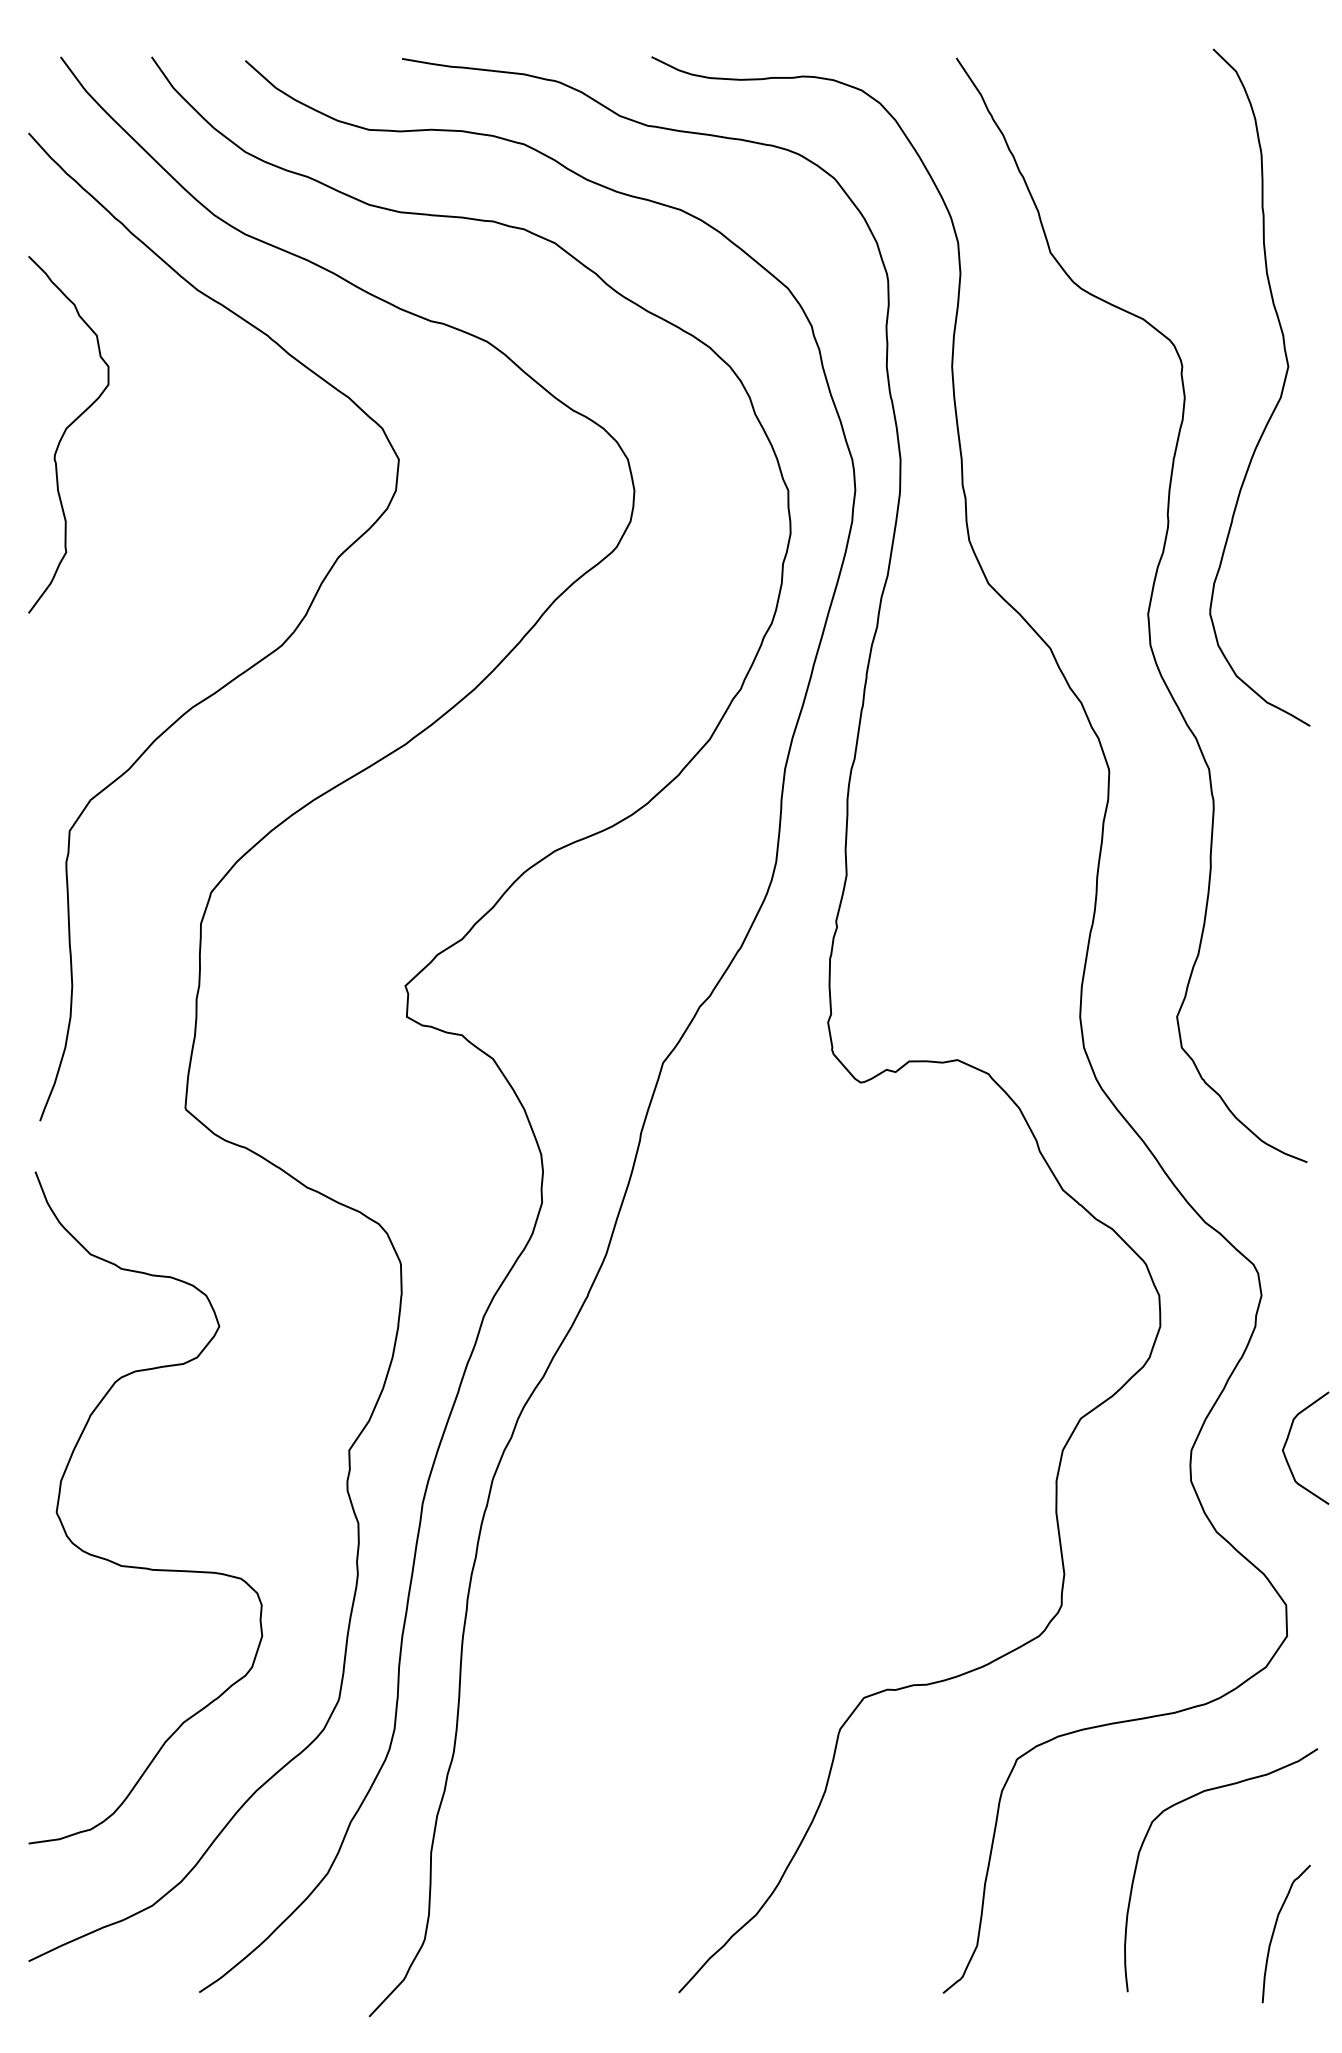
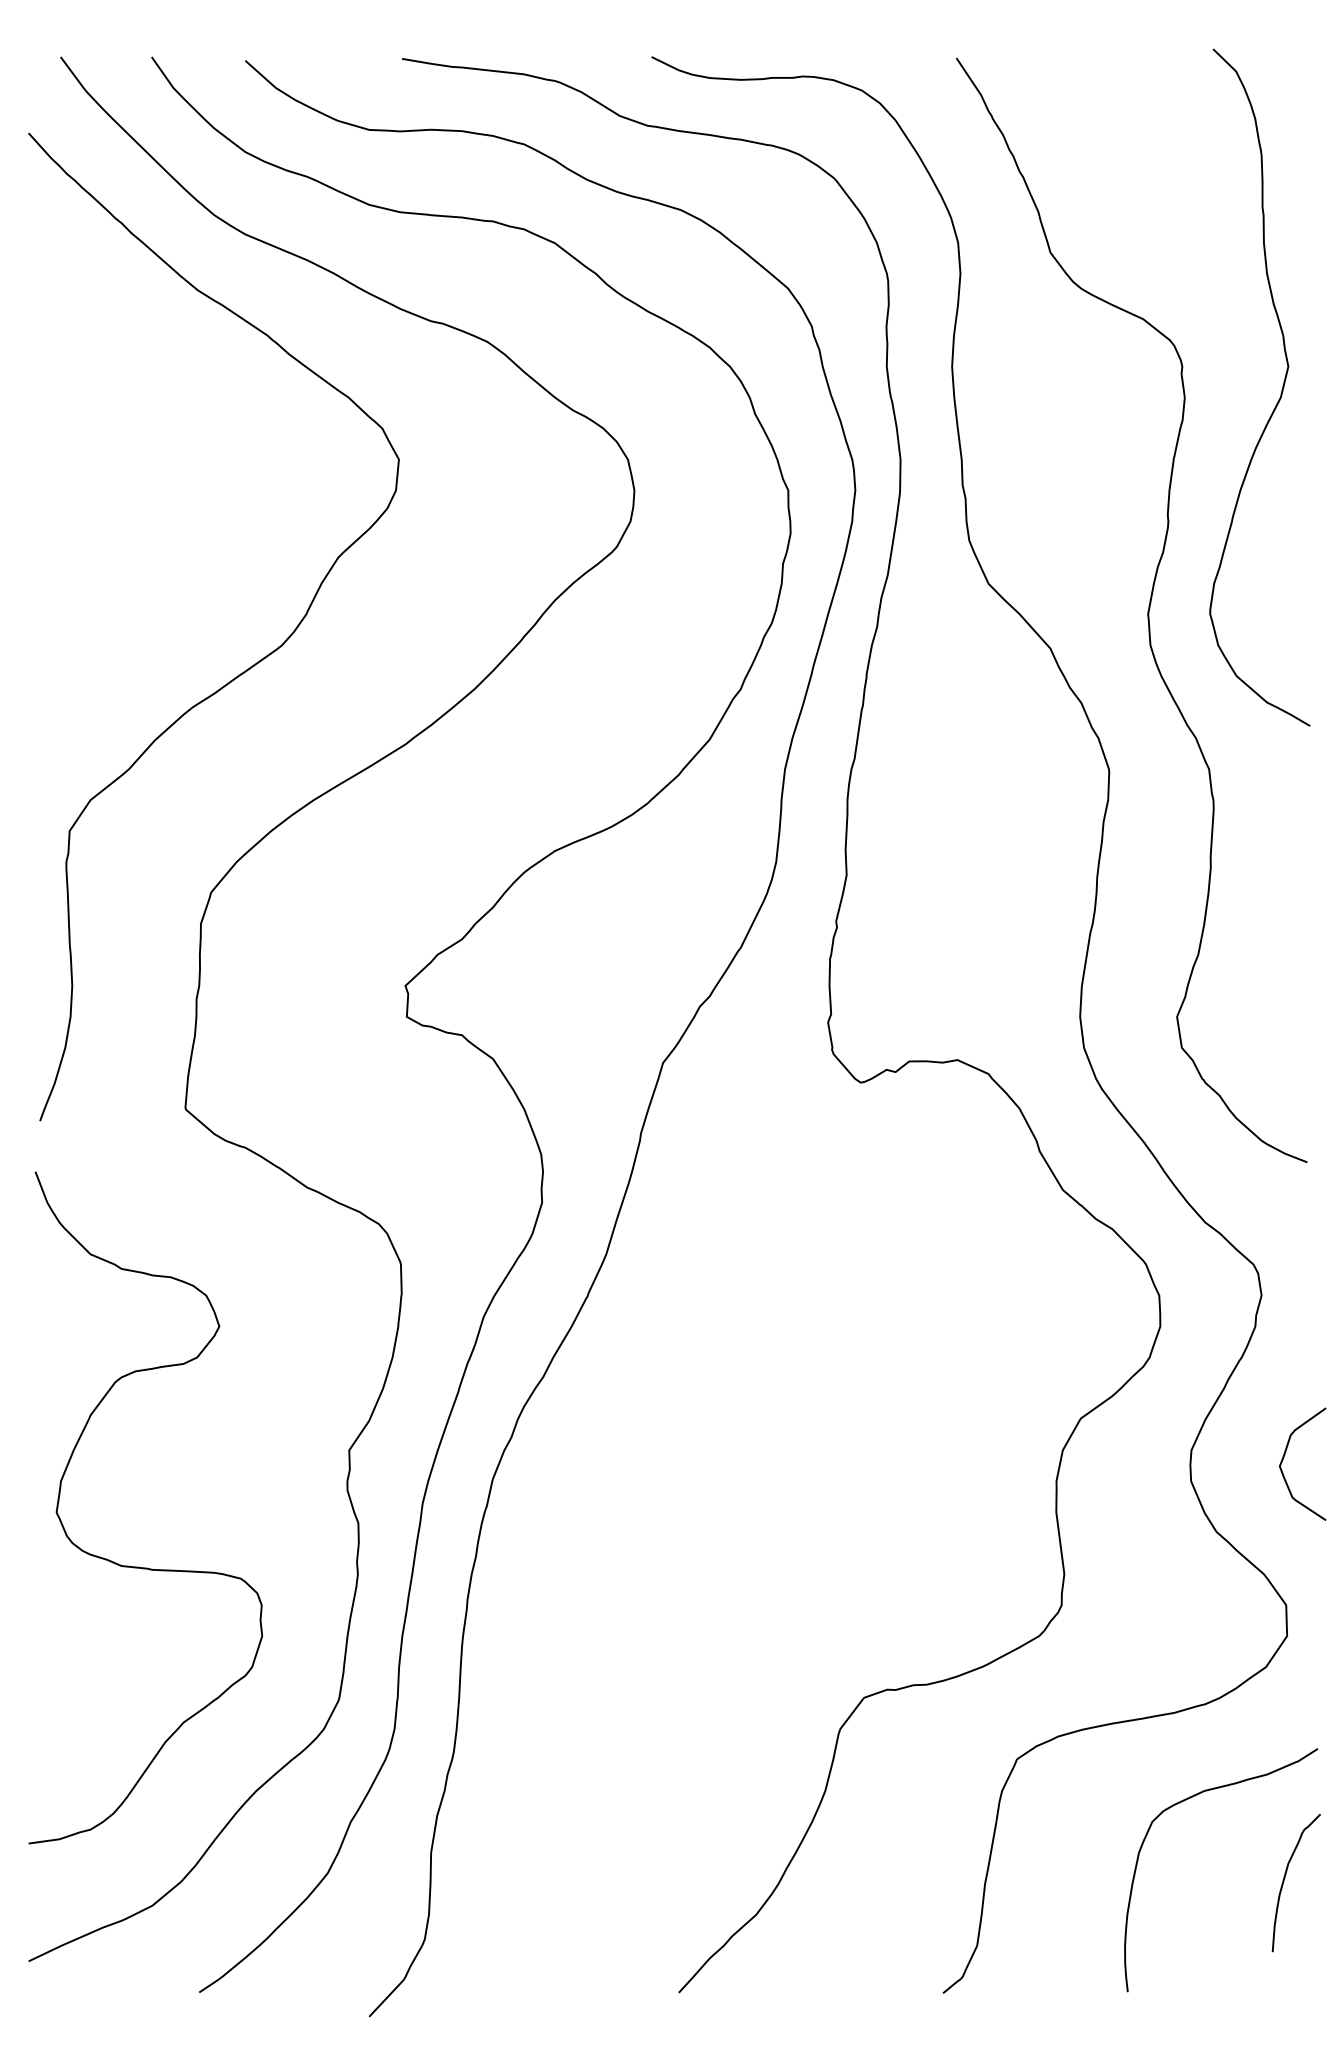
curve at (65, 432): present -> none
curve at (1288, 1439) position: (1288, 1439) -> (1285, 1455)
curve at (1275, 1929) position: (1275, 1929) -> (1285, 1878)
